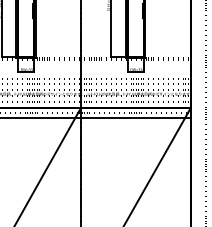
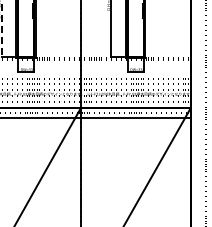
line at (1, 28): solid -> dashed
